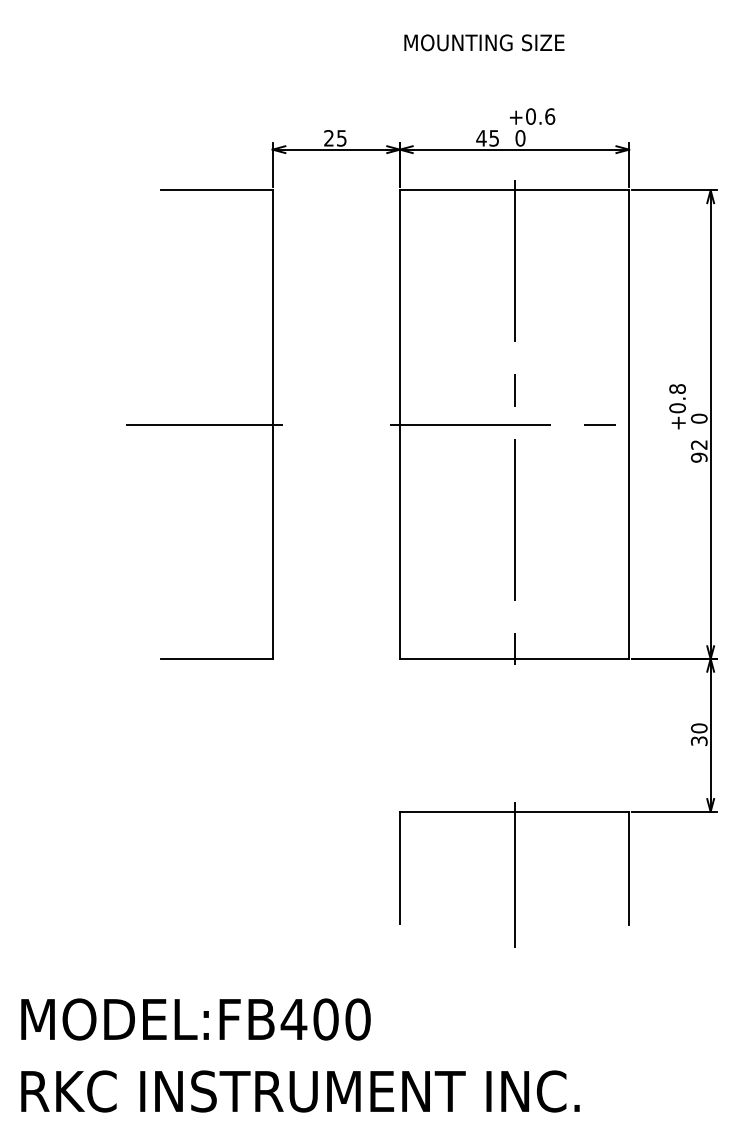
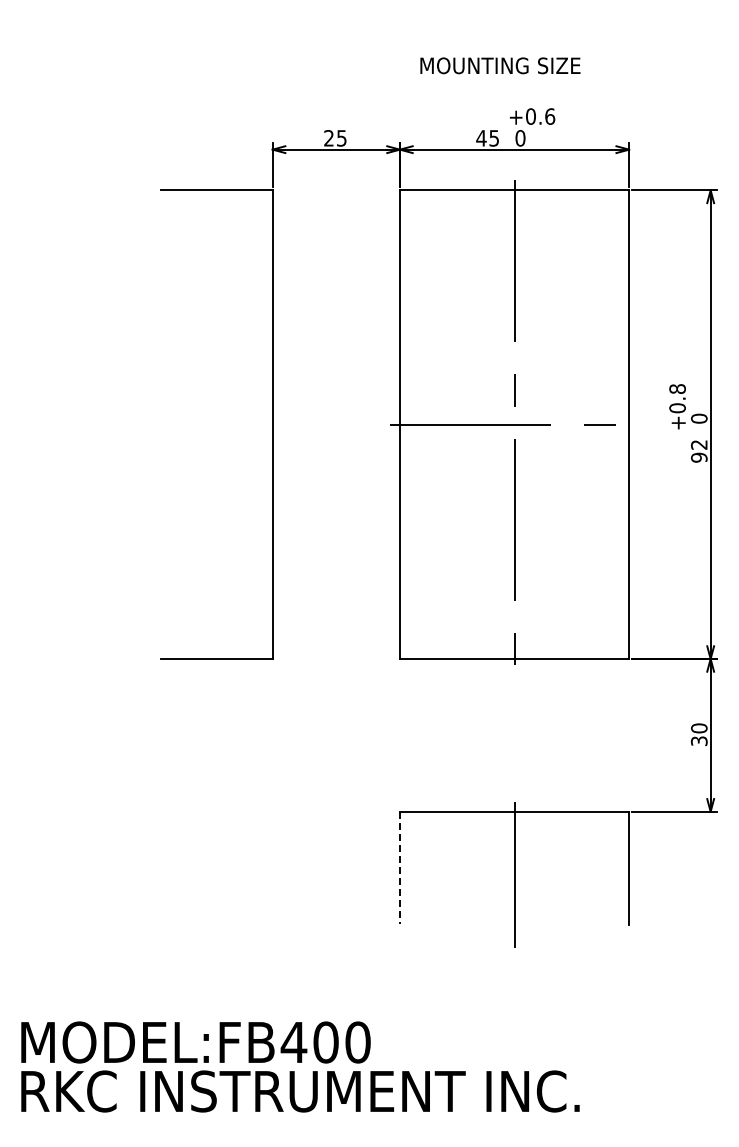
text at (484, 42) position: (484, 42) -> (500, 65)
line at (203, 424): present -> none
line at (399, 868): solid -> dashed
text at (195, 1019) position: (195, 1019) -> (195, 1042)
